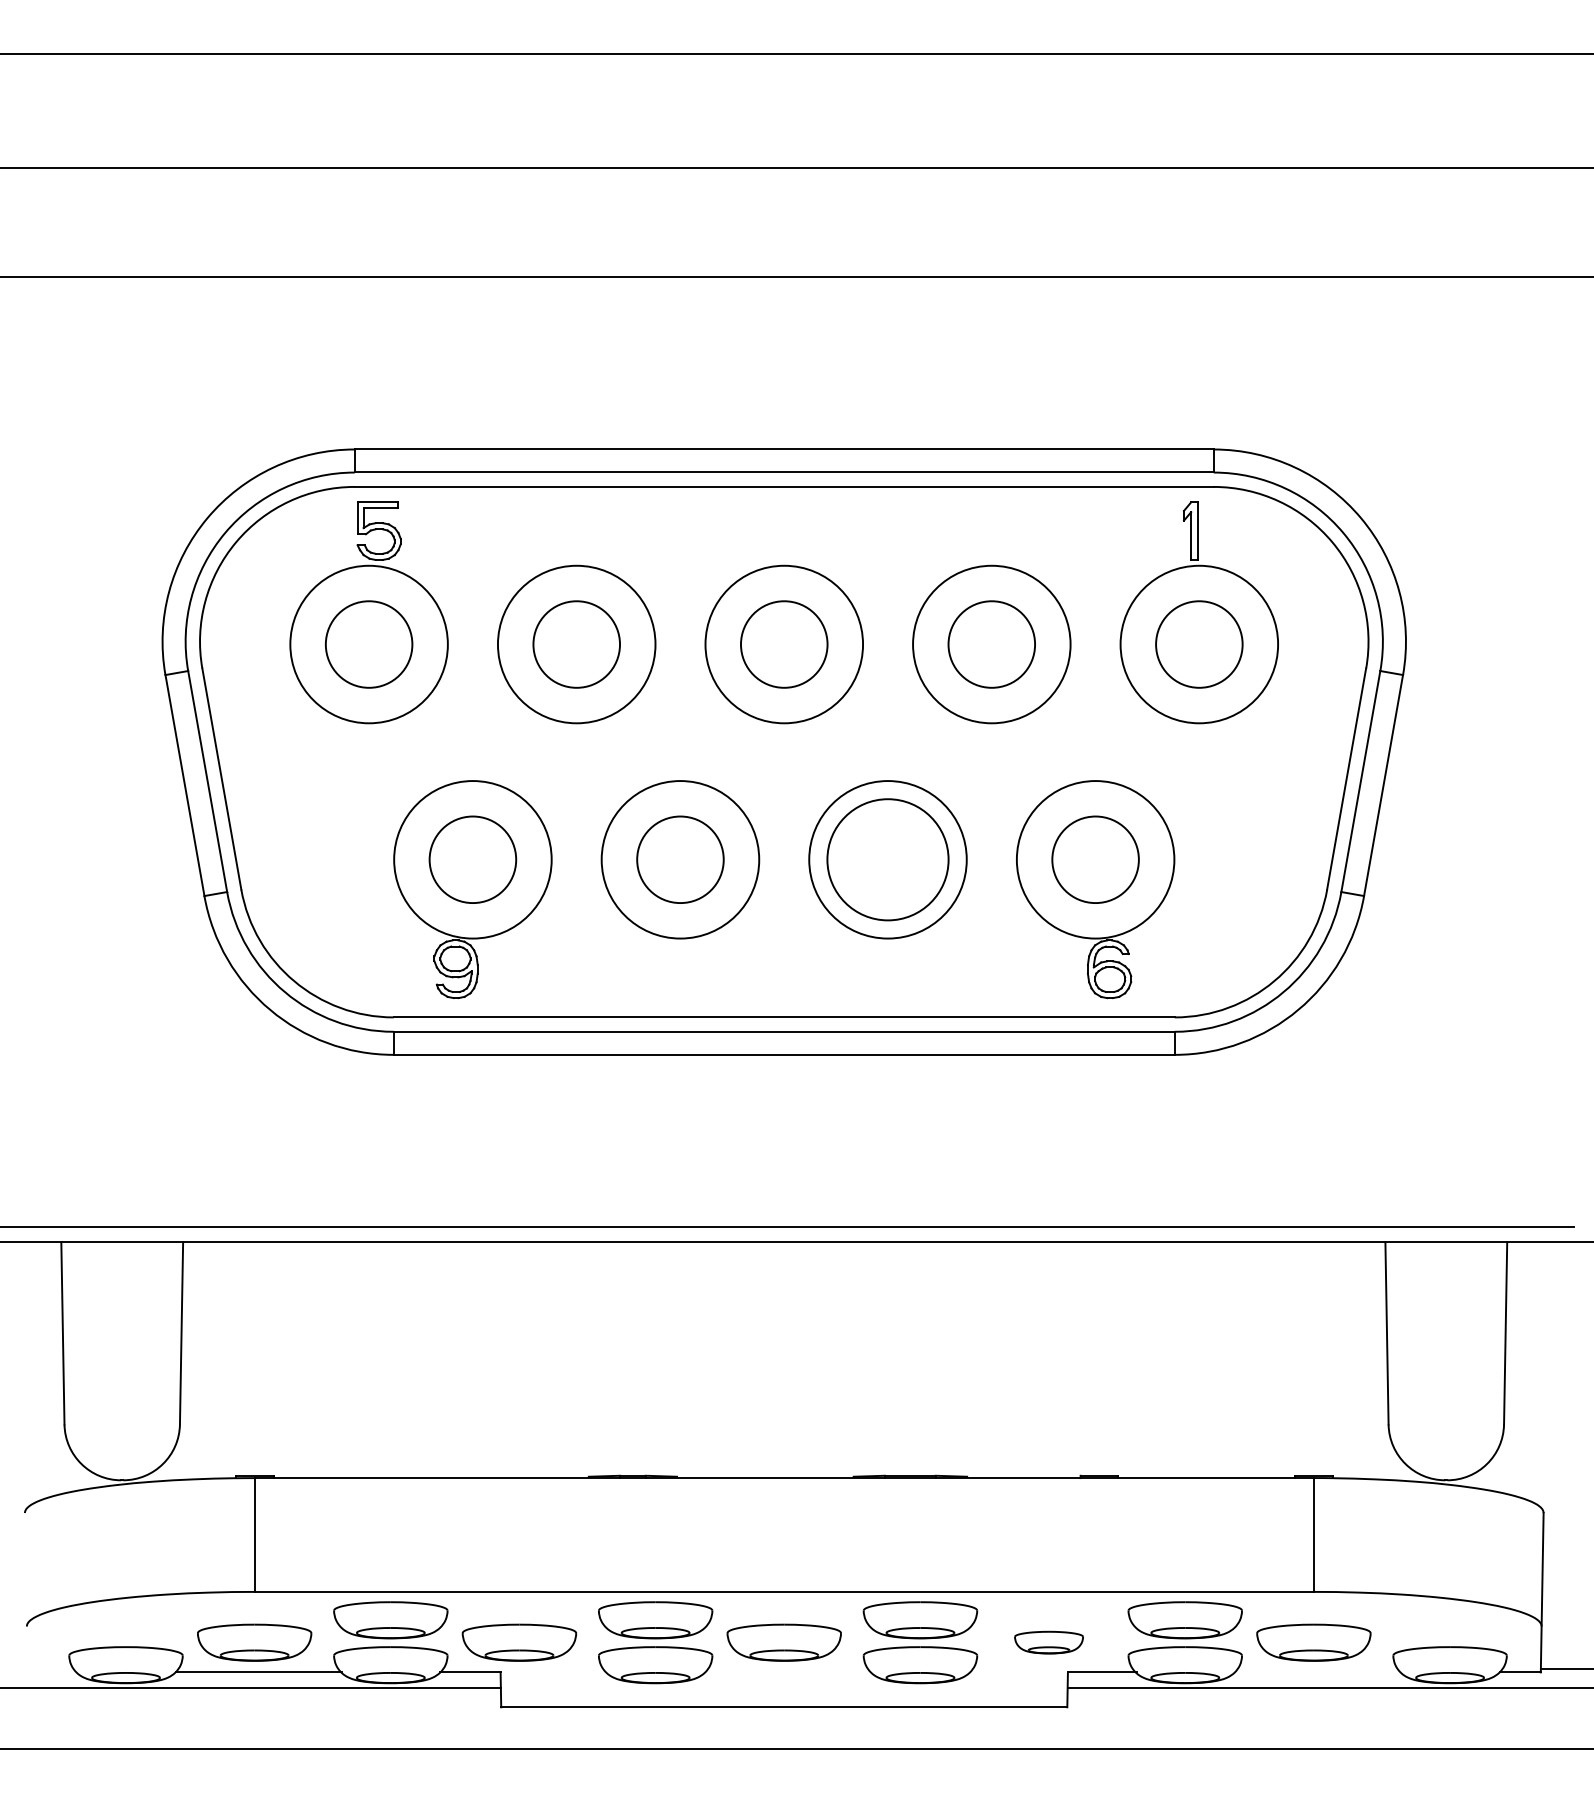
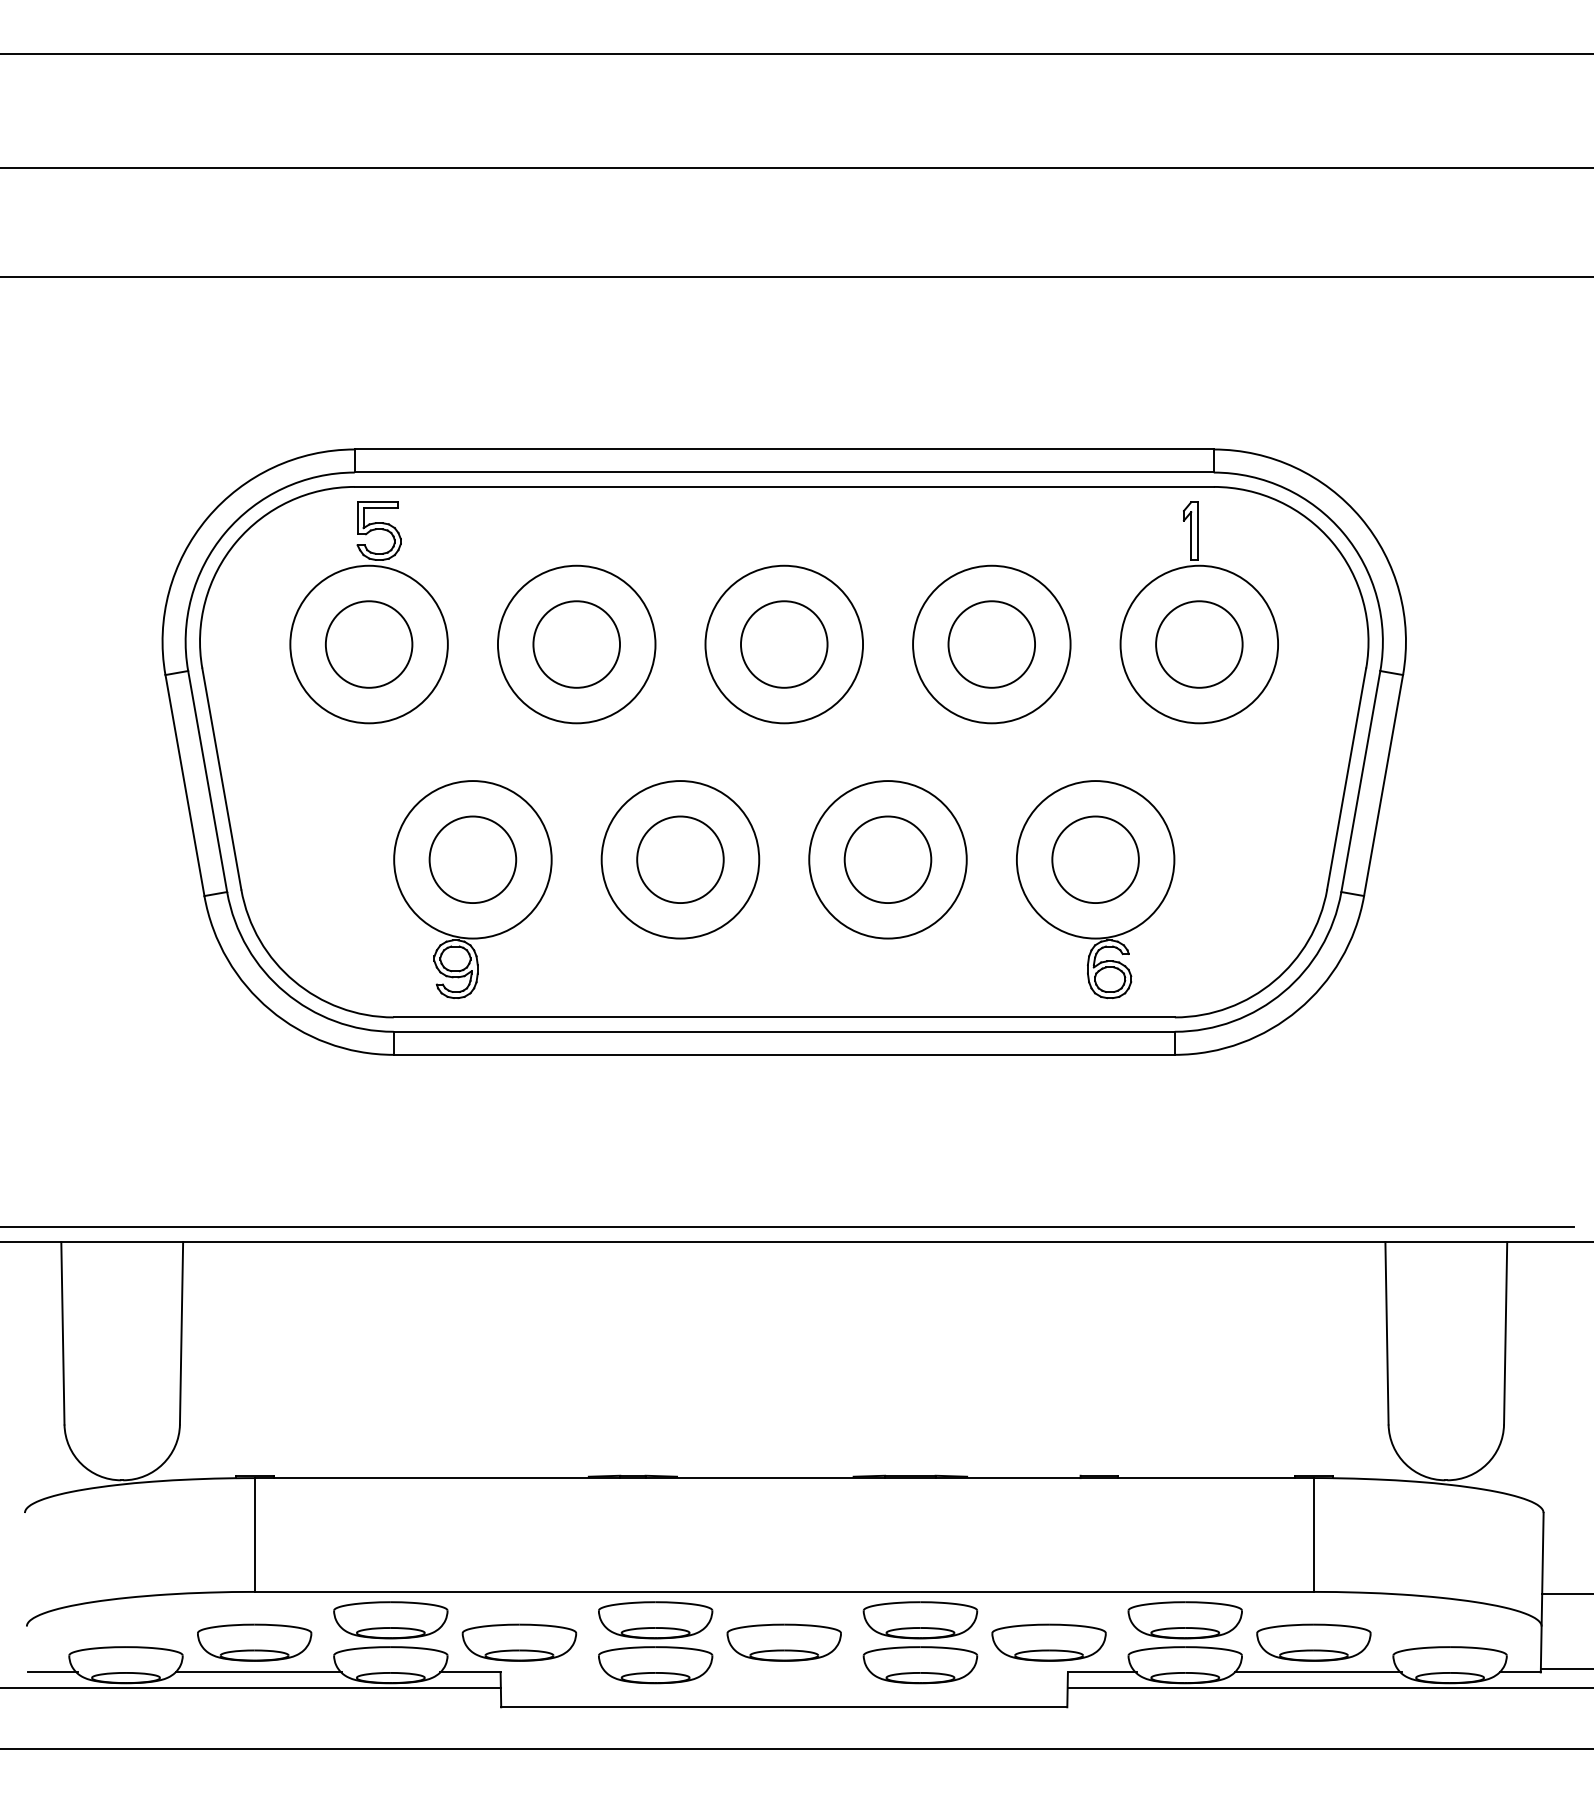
circle at (887, 859) diameter: 121 px -> 87 px
line at (1566, 1593): none -> present
part at (1048, 1642) size: 70x25 px -> 116x39 px
line at (52, 1672): none -> present
line at (1317, 1672): none -> present
